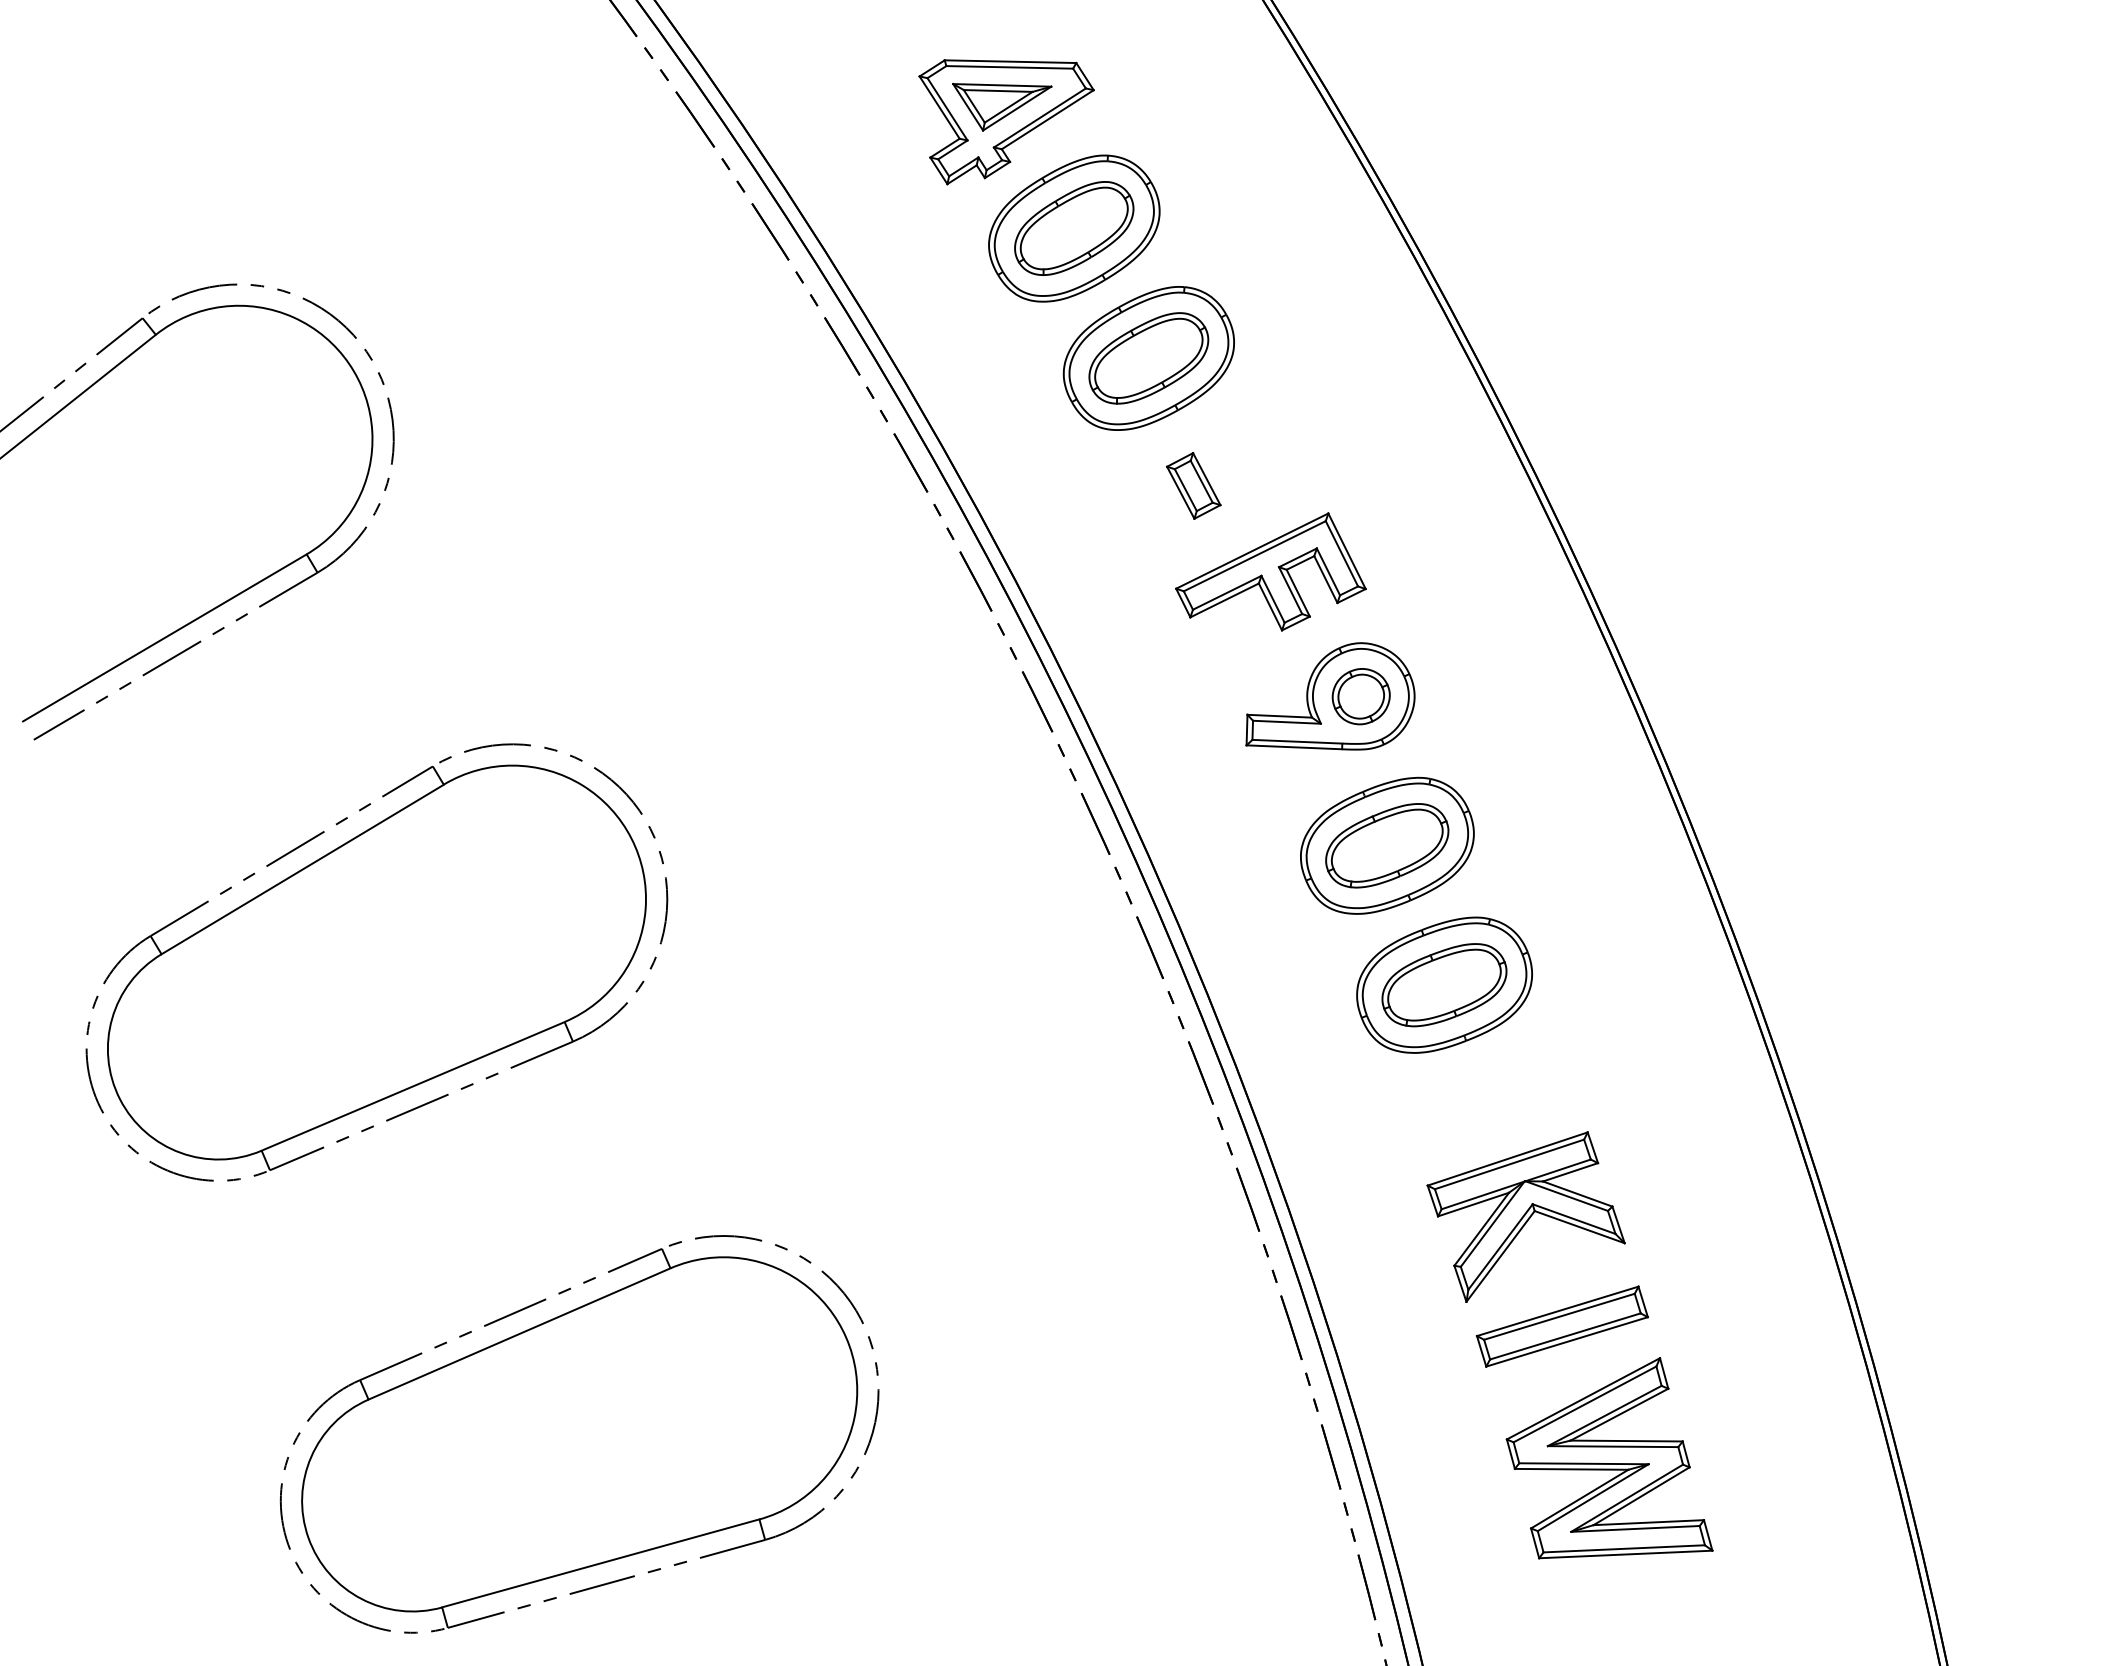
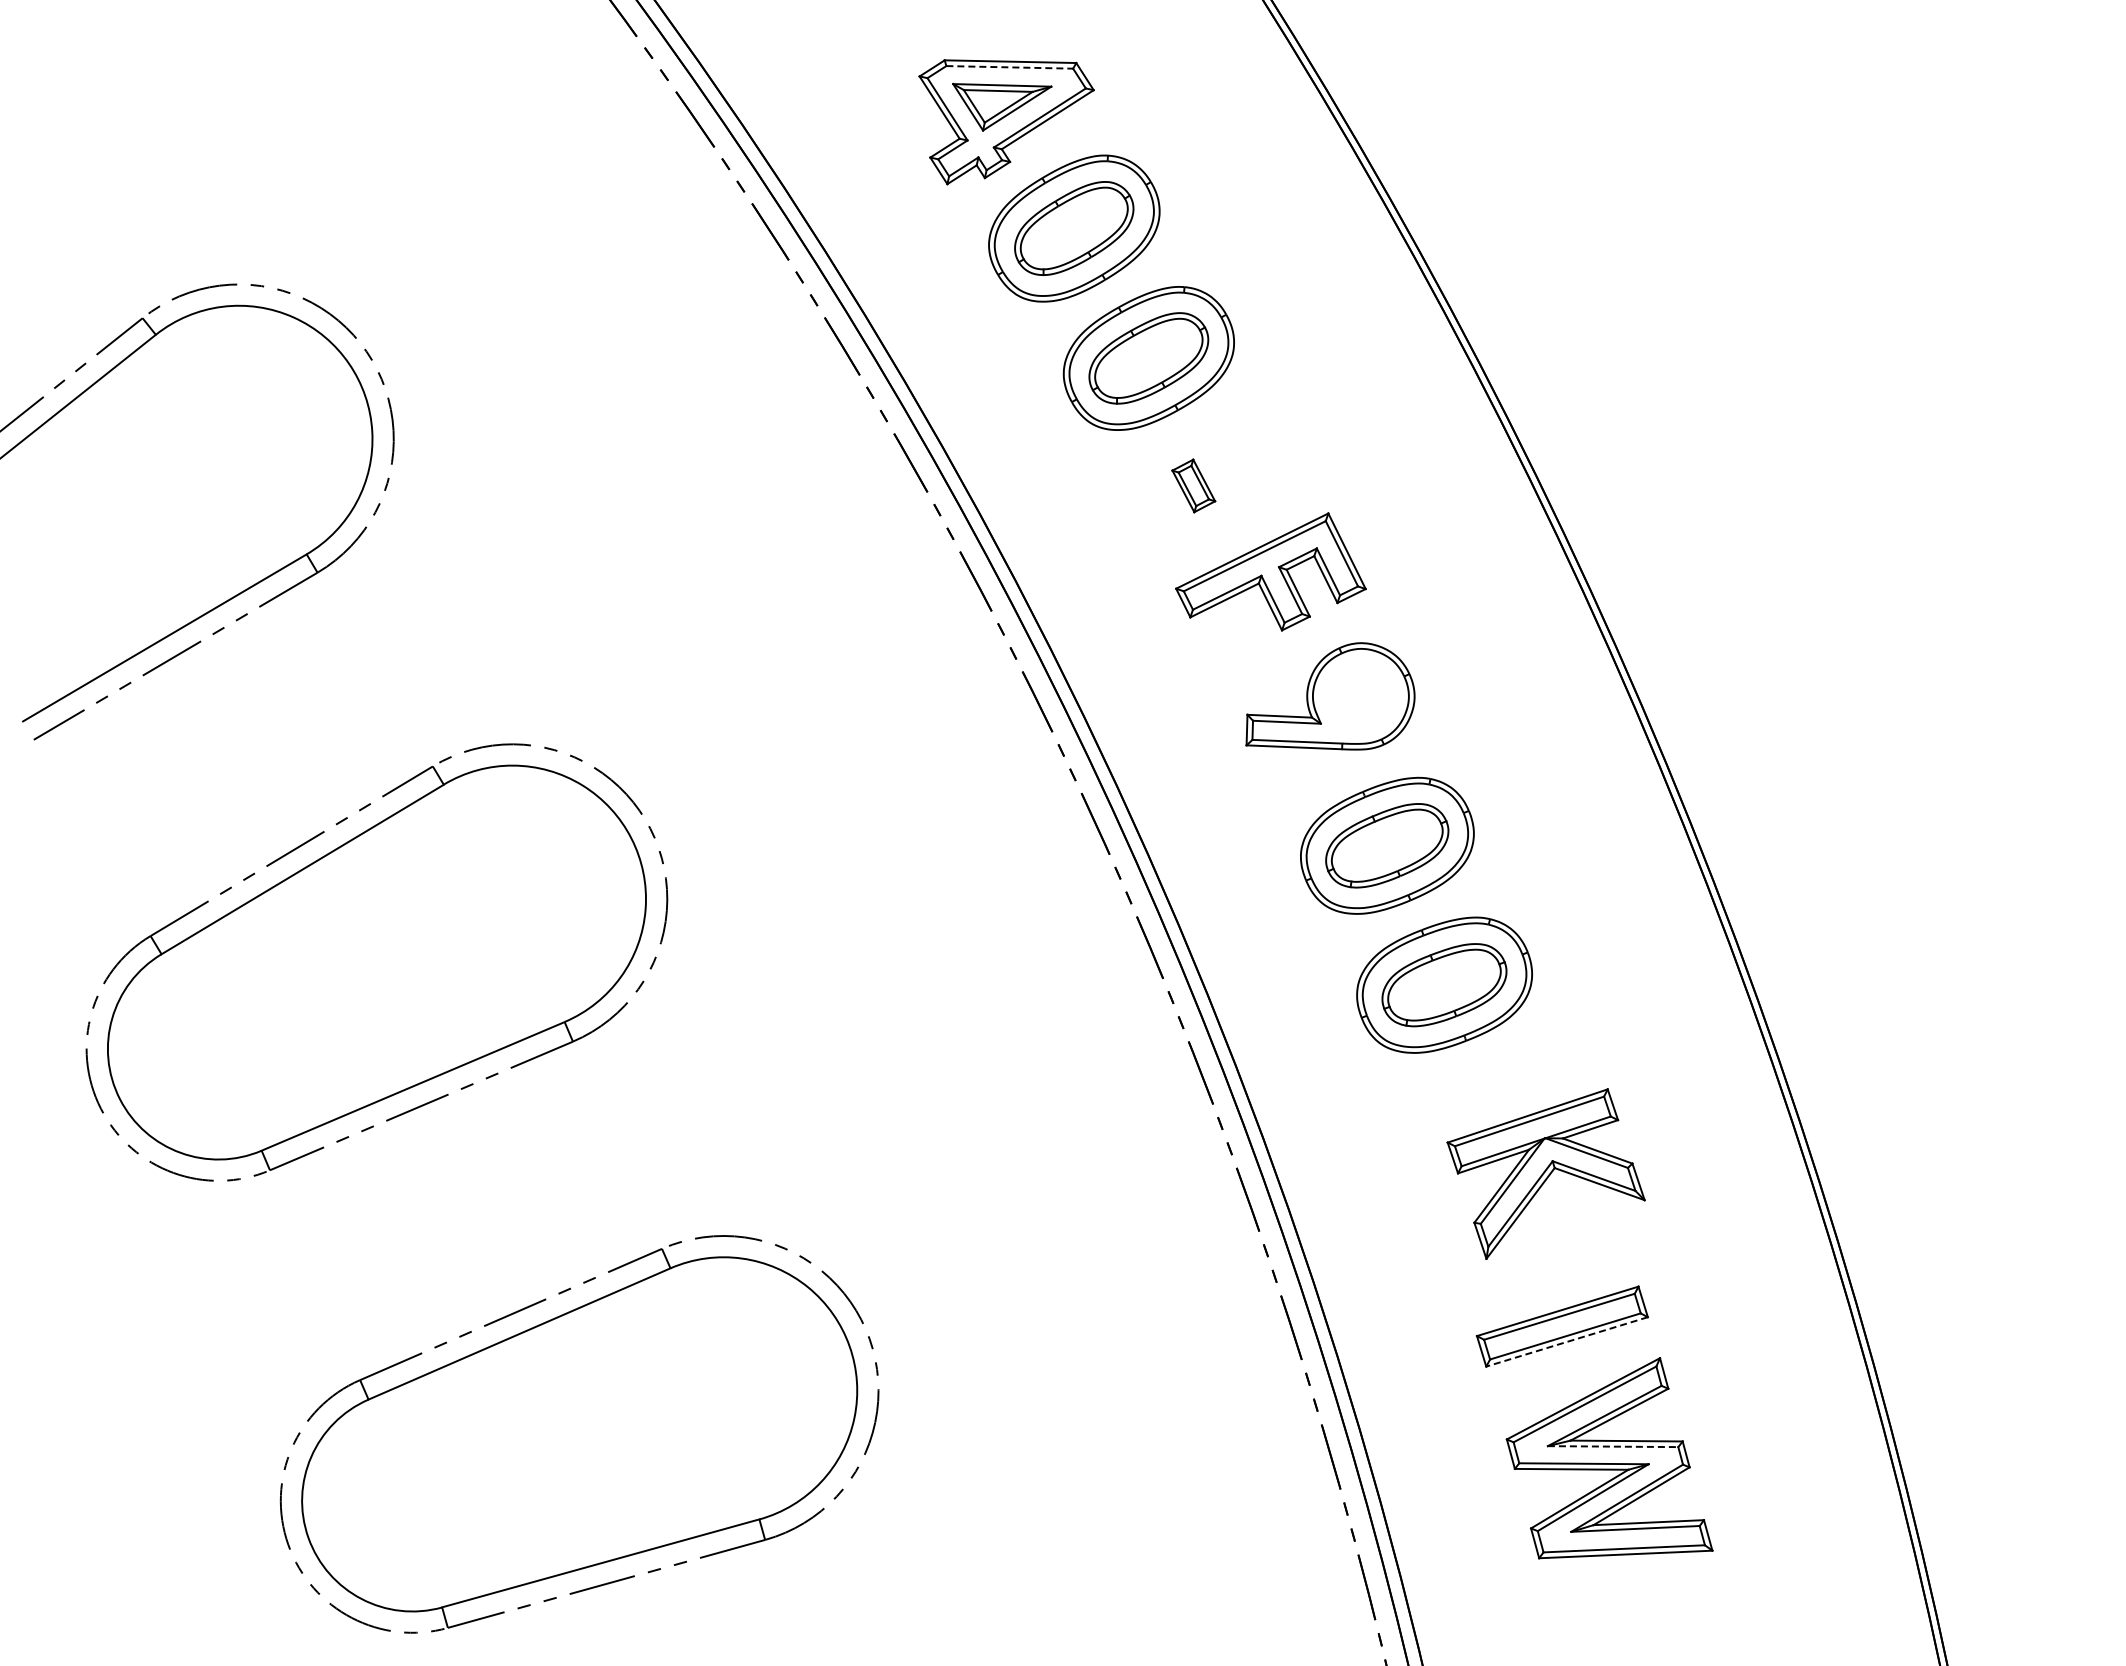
line at (1010, 67): solid -> dashed
part at (1193, 485) size: 56x68 px -> 46x56 px
part at (1360, 696): present -> none
part at (1525, 1216) position: (1525, 1216) -> (1545, 1173)
line at (1566, 1342): solid -> dashed
line at (1613, 1446): solid -> dashed
